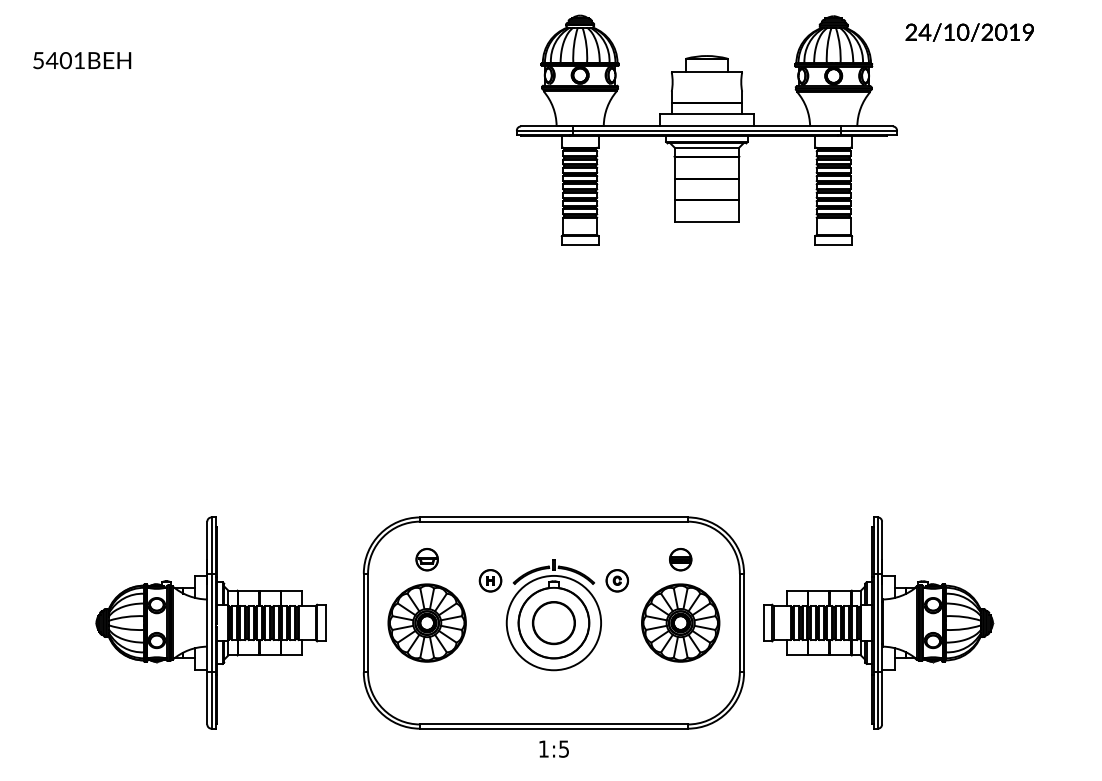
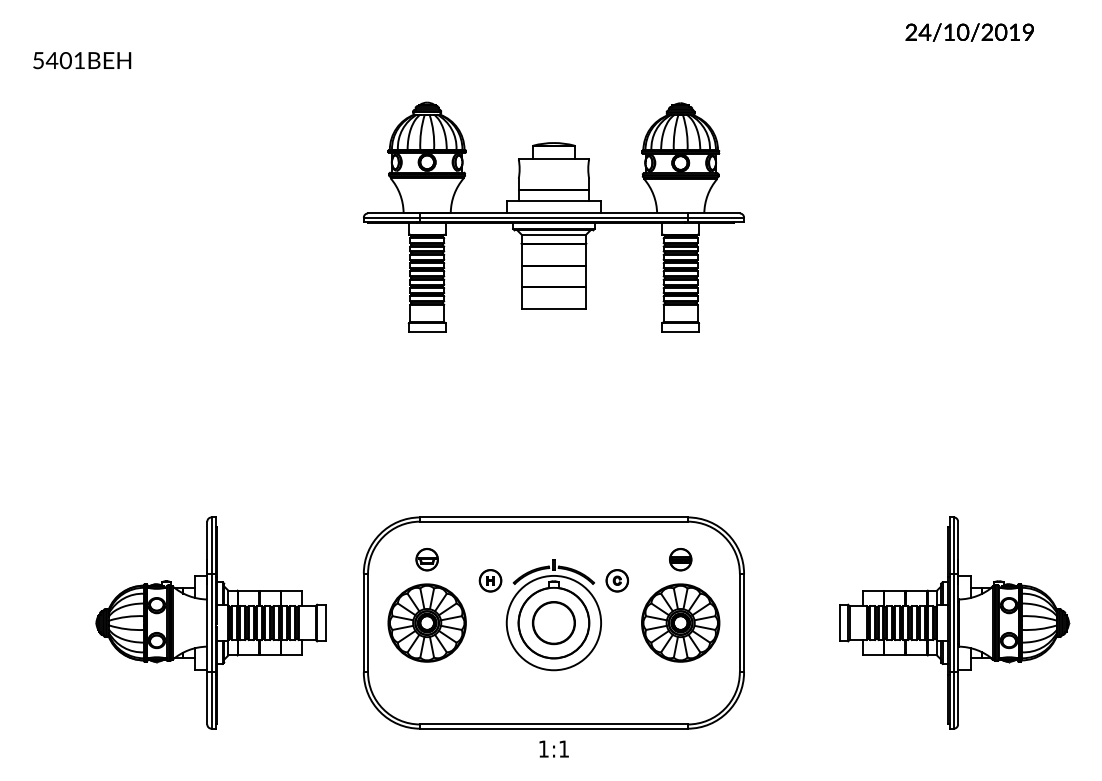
part at (706, 129) position: (706, 129) -> (553, 216)
part at (878, 622) position: (878, 622) -> (954, 622)
text at (563, 748): 1:5 -> 1:1
